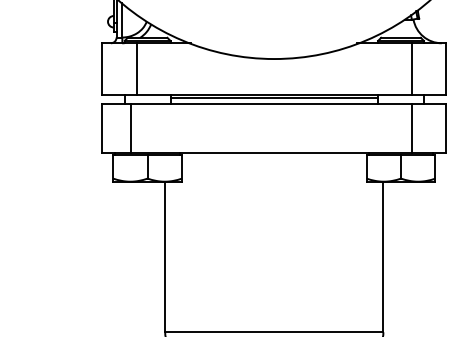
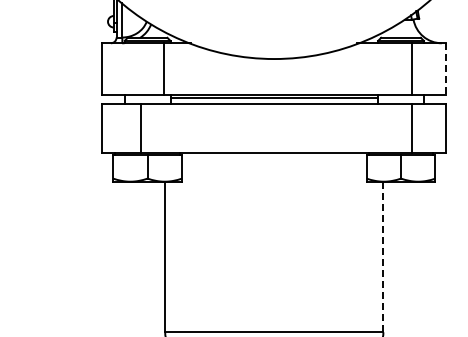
line at (136, 68) position: (136, 68) -> (163, 68)
line at (446, 69): solid -> dashed
line at (130, 127) position: (130, 127) -> (140, 127)
line at (383, 256): solid -> dashed
